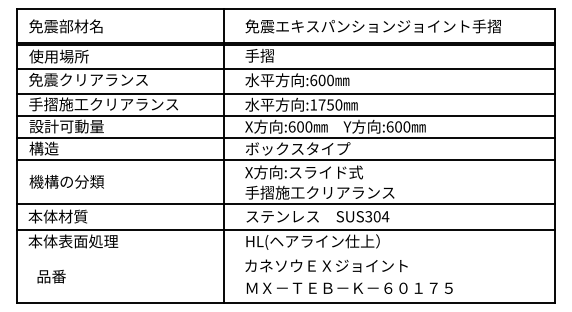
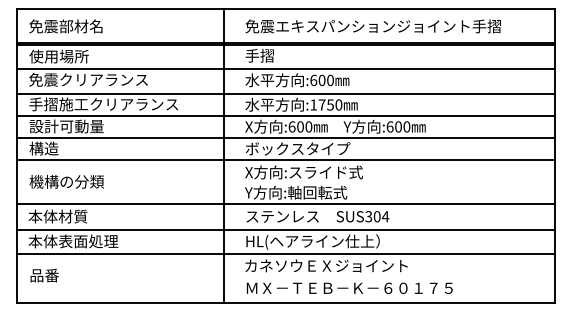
text at (319, 192): 手摺施工クリアランス -> Y方向:軸回転式
line at (285, 253): none -> present
text at (51, 276) position: (51, 276) -> (44, 275)
